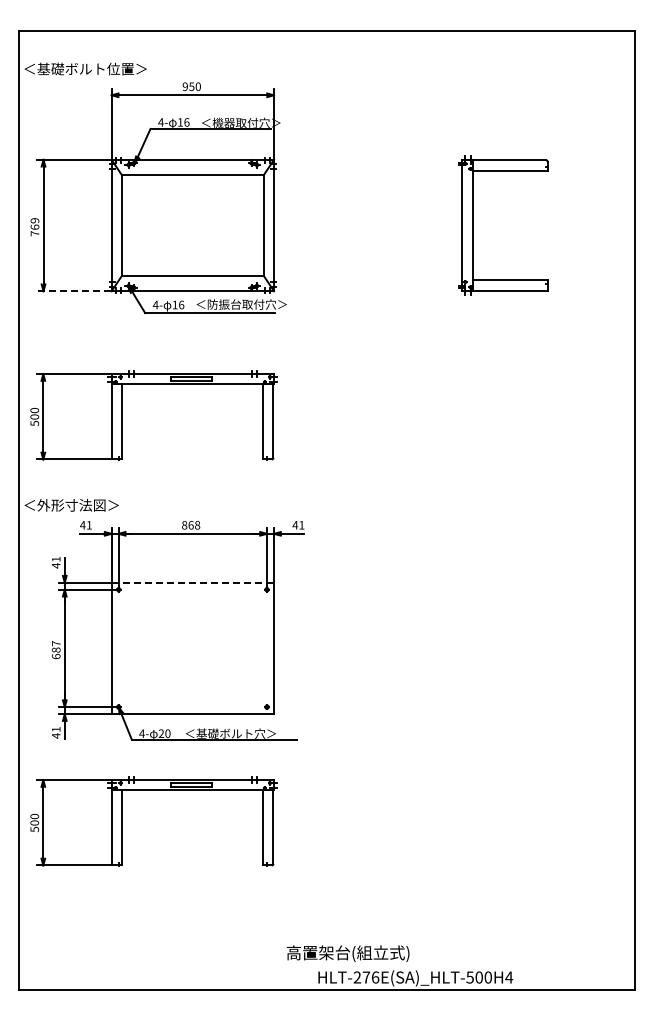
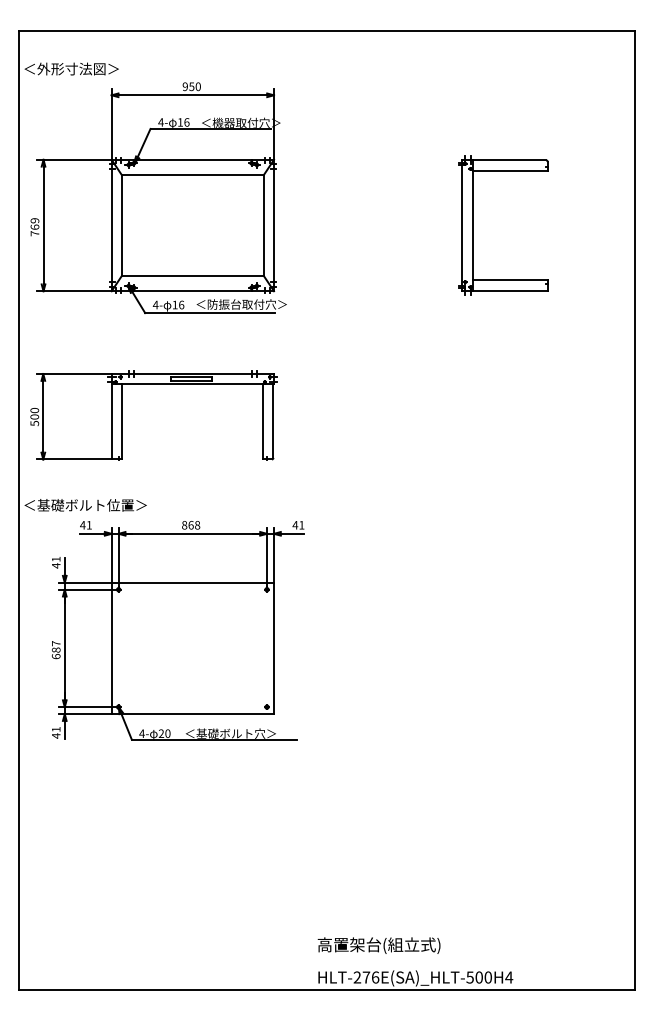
text at (91, 68): ＜基礎ボルト位置＞ -> ＜外形寸法図＞
line at (74, 291): dashed -> solid
text at (91, 505): ＜外形寸法図＞ -> ＜基礎ボルト位置＞
line at (193, 582): dashed -> solid
part at (153, 790): present -> none
text at (347, 953) position: (347, 953) -> (378, 945)
